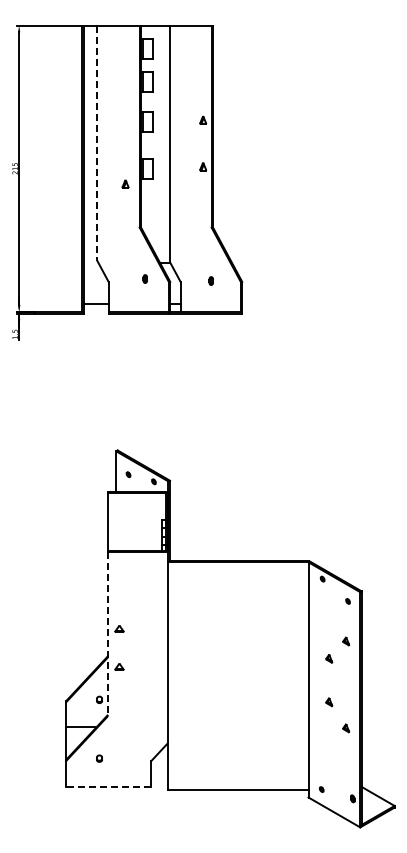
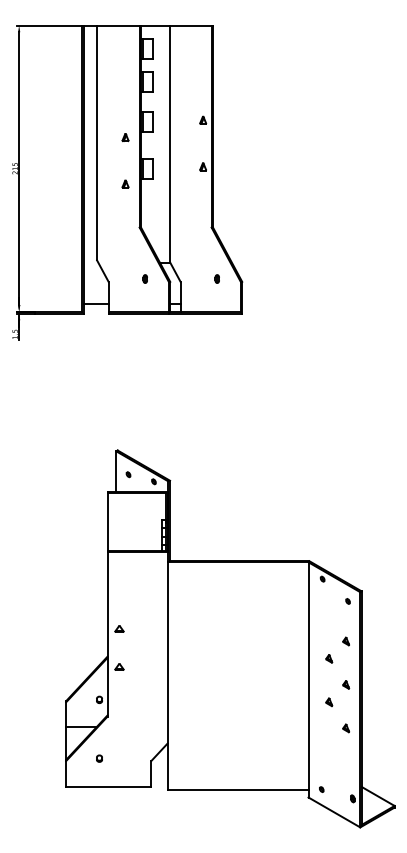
part at (125, 137): none -> present
line at (96, 143): dashed -> solid
part at (210, 280) position: (210, 280) -> (216, 278)
line at (107, 634): dashed -> solid
part at (346, 684): none -> present
line at (108, 786): dashed -> solid
